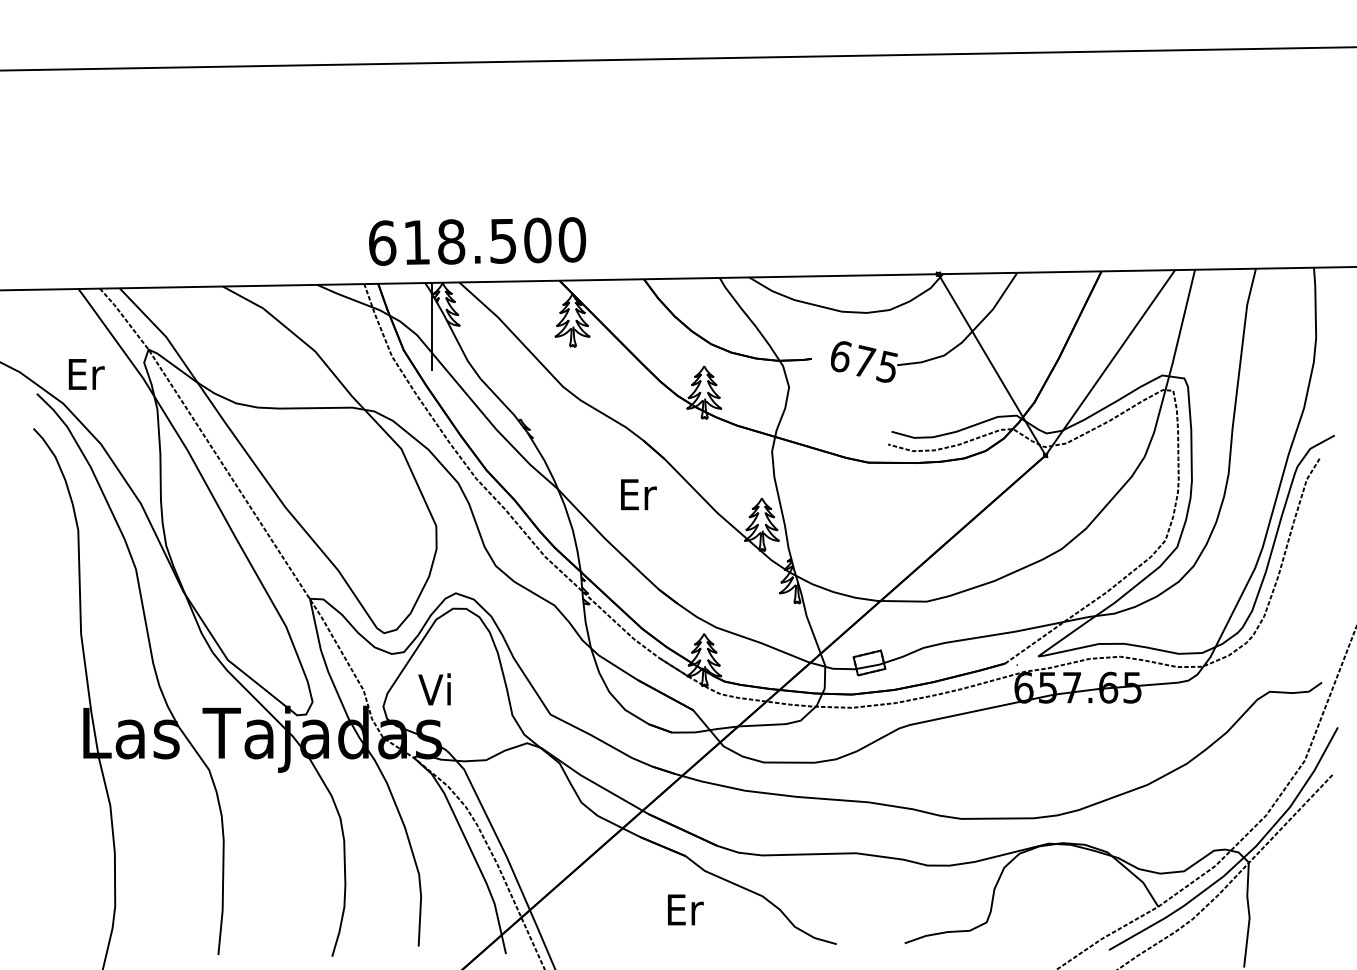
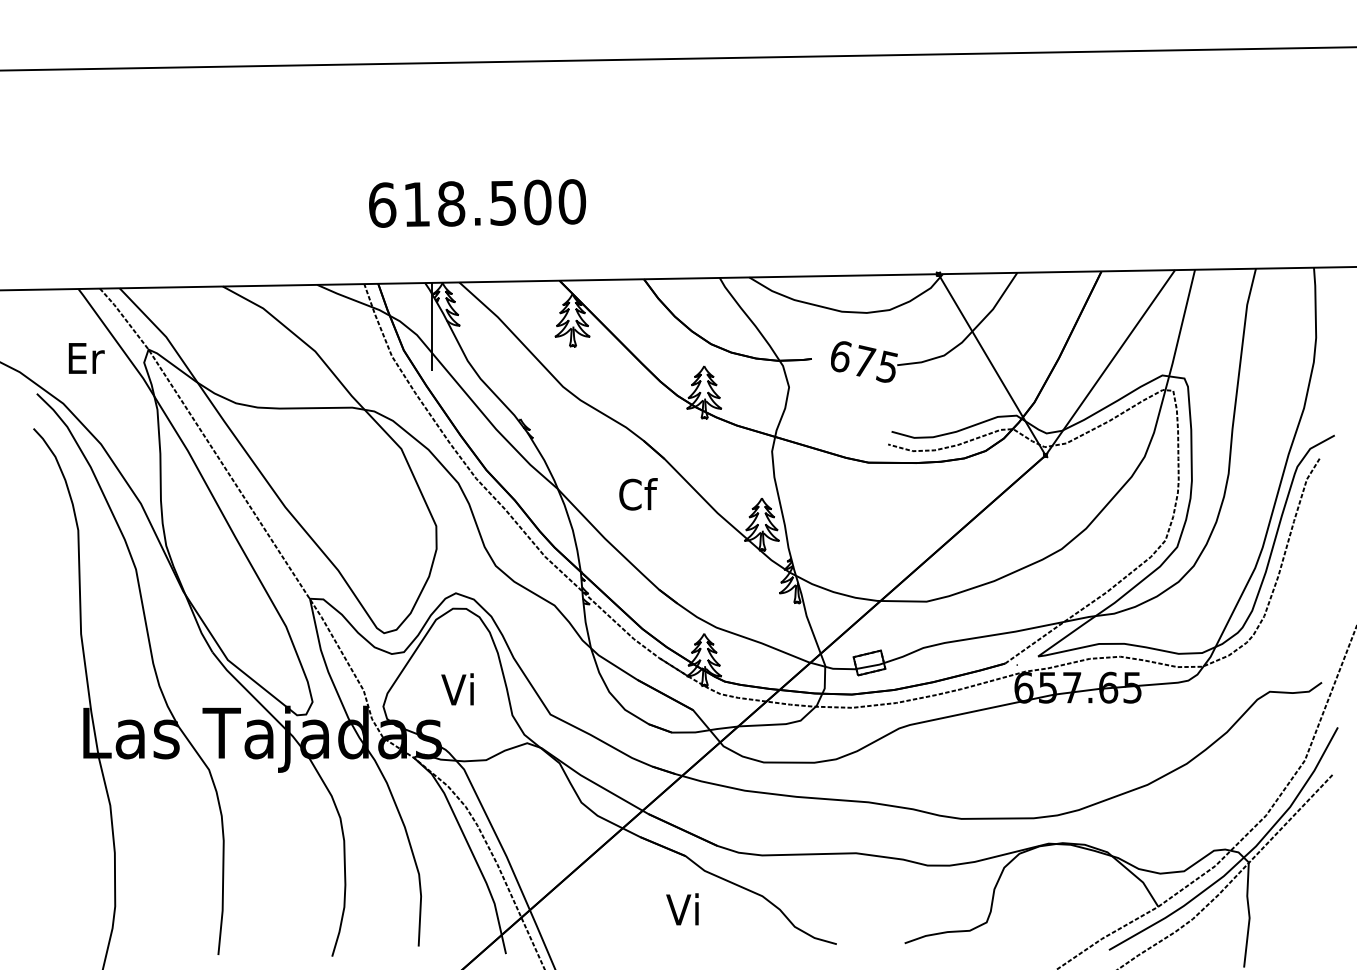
text at (477, 241) position: (477, 241) -> (477, 203)
text at (86, 374) position: (86, 374) -> (86, 358)
text at (638, 494): Er -> Cf
text at (434, 689) position: (434, 689) -> (457, 689)
text at (684, 909): Er -> Vi
